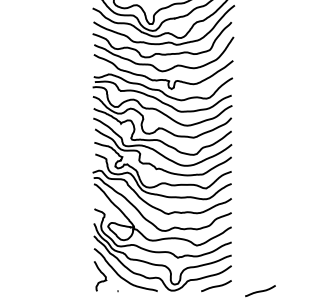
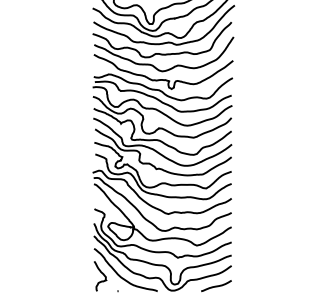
curve at (260, 291): present -> none
